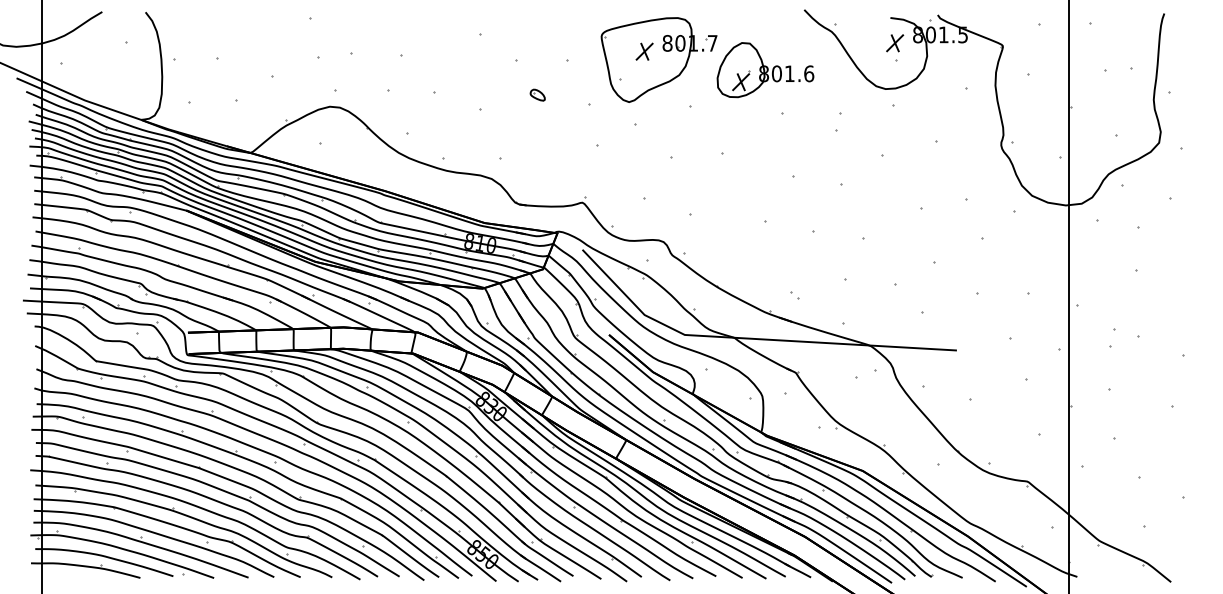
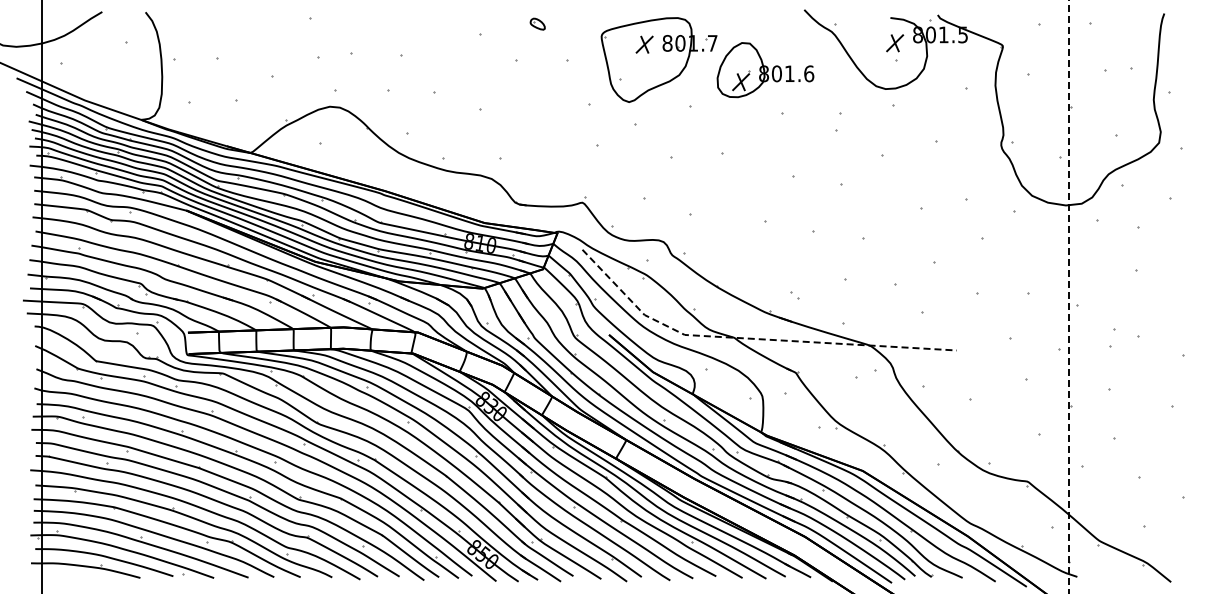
part at (644, 51) position: (644, 51) -> (644, 44)
part at (537, 94) position: (537, 94) -> (537, 23)
line at (1068, 297): solid -> dashed
line at (752, 338): solid -> dashed
